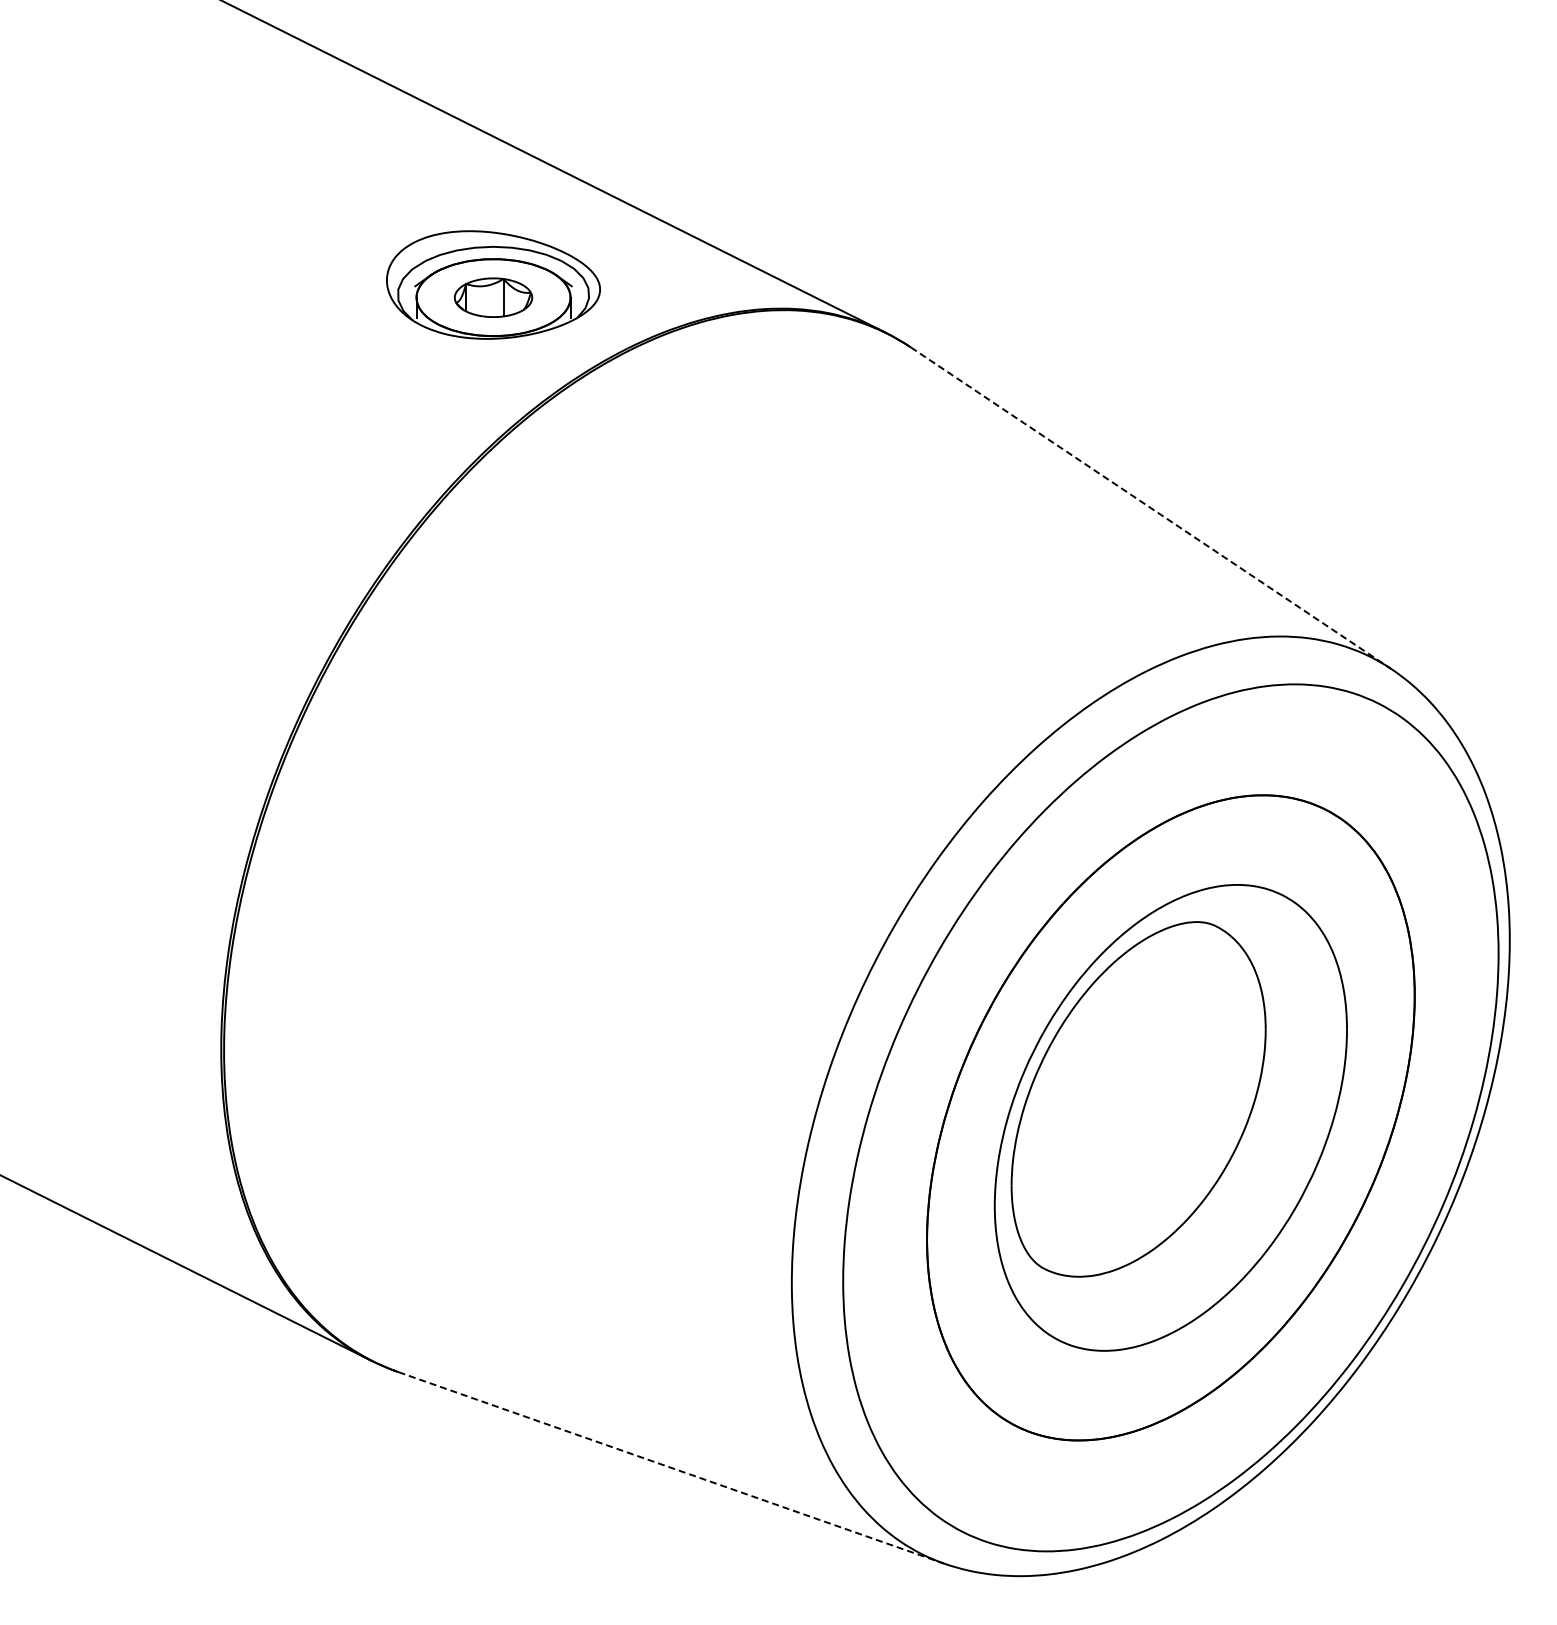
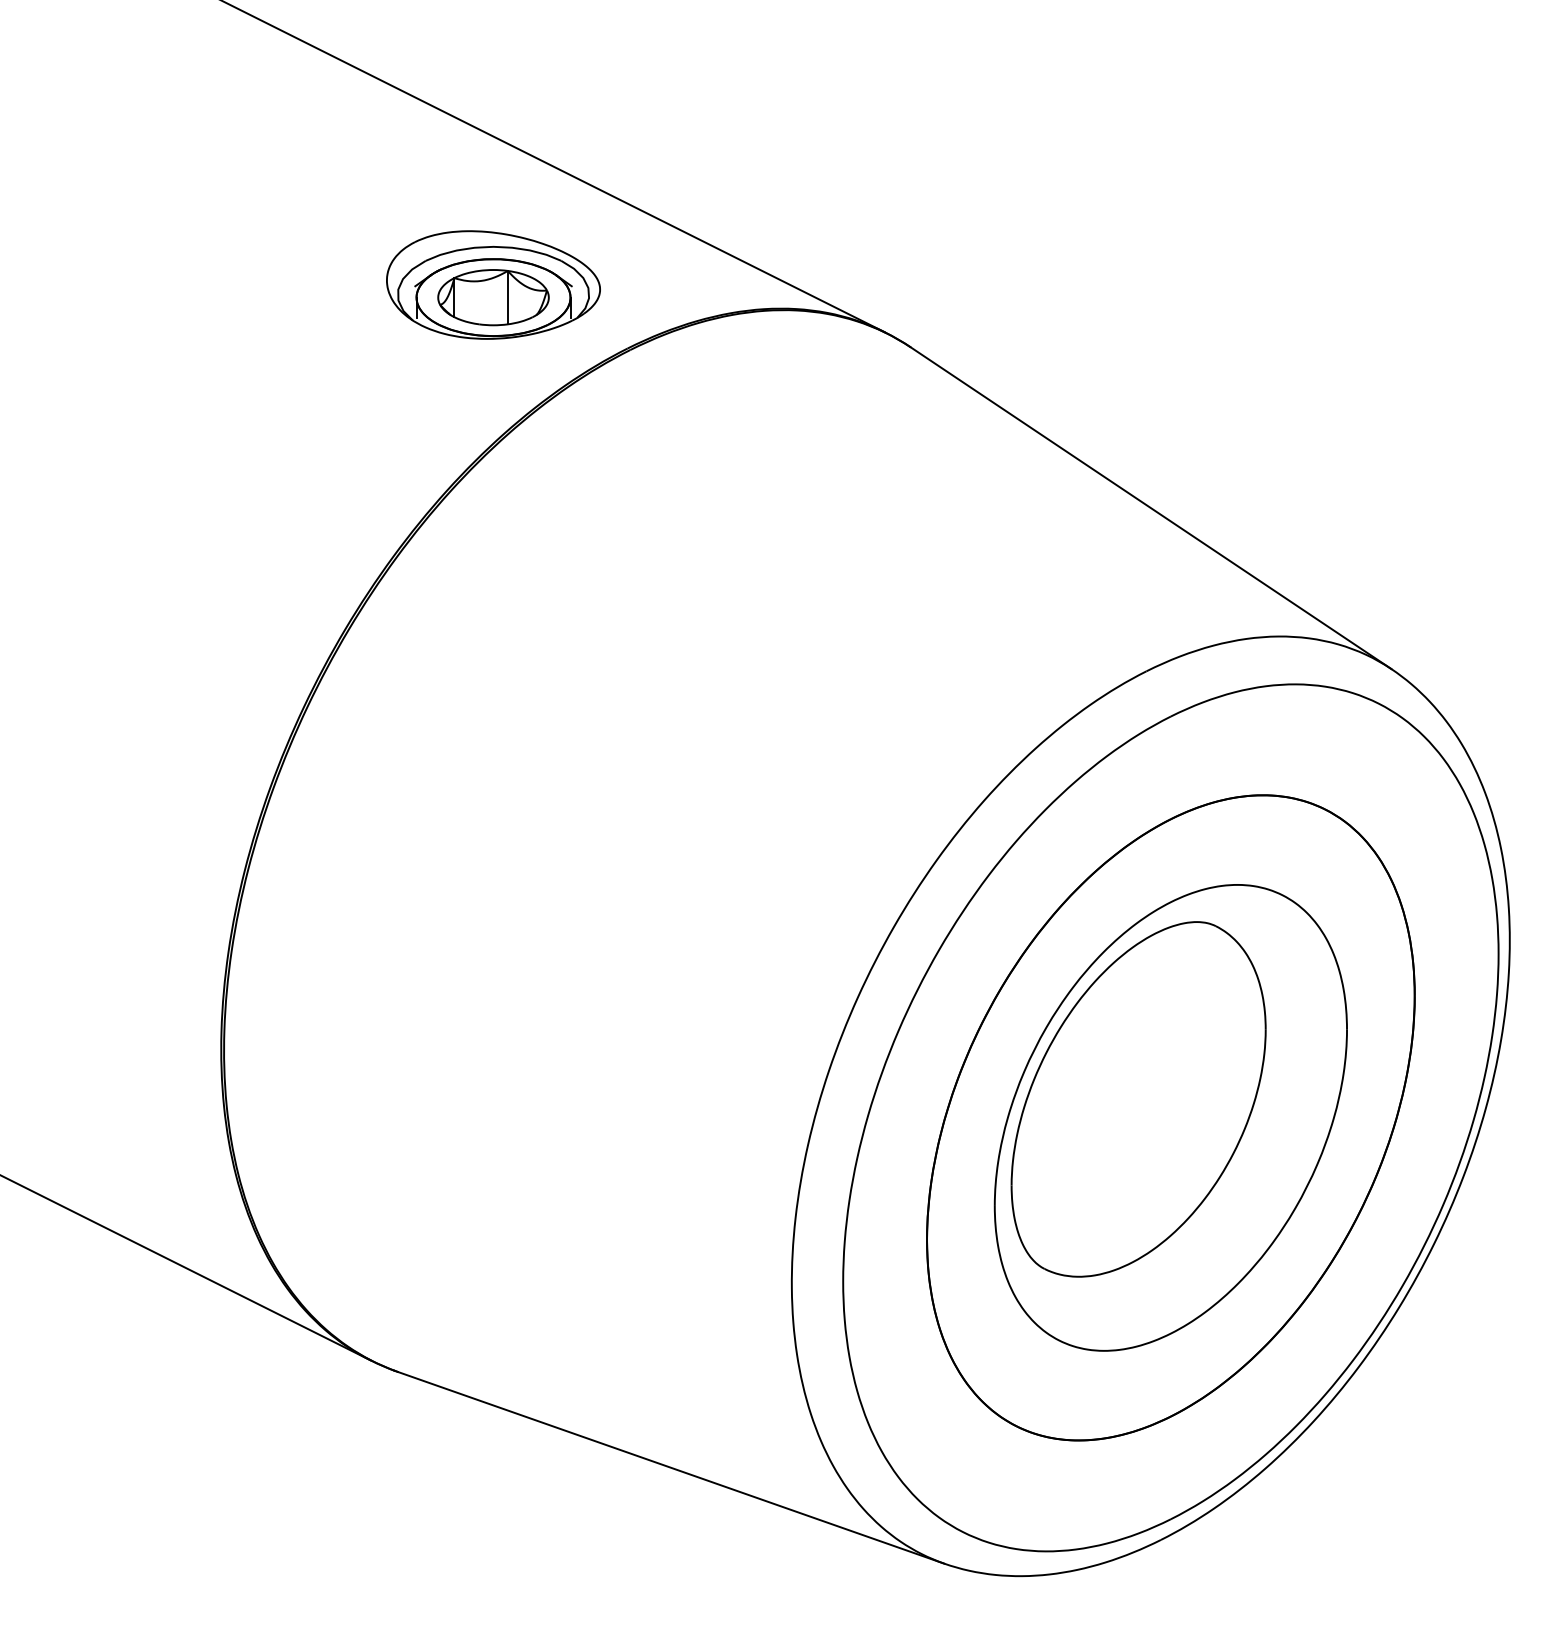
part at (493, 297) size: 81x41 px -> 113x58 px
line at (1151, 508): dashed -> solid
line at (671, 1468): dashed -> solid
